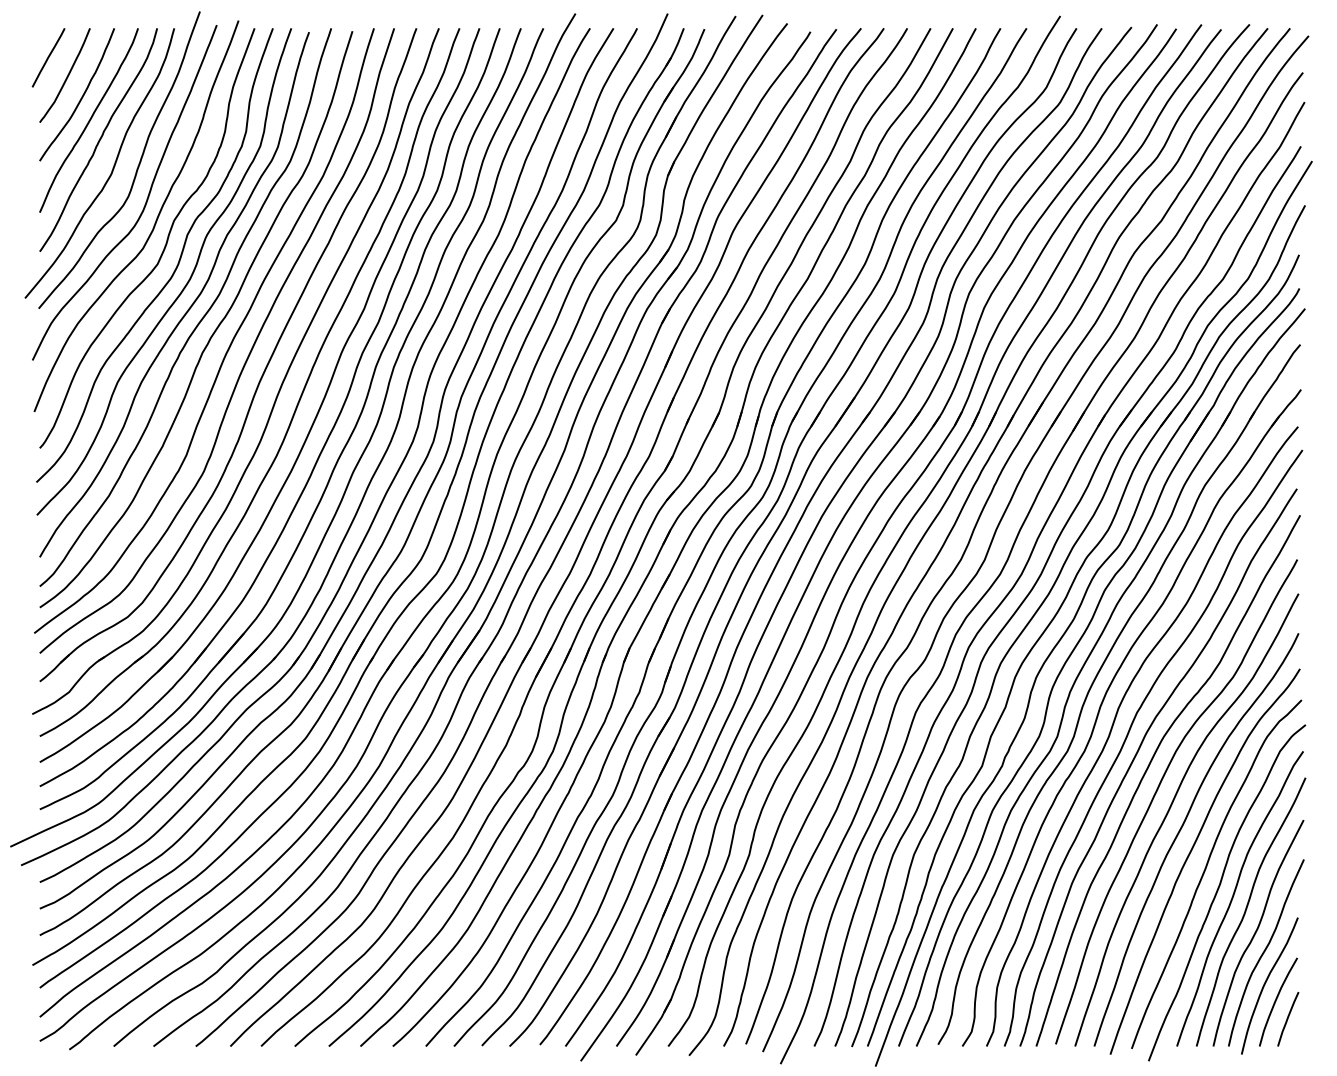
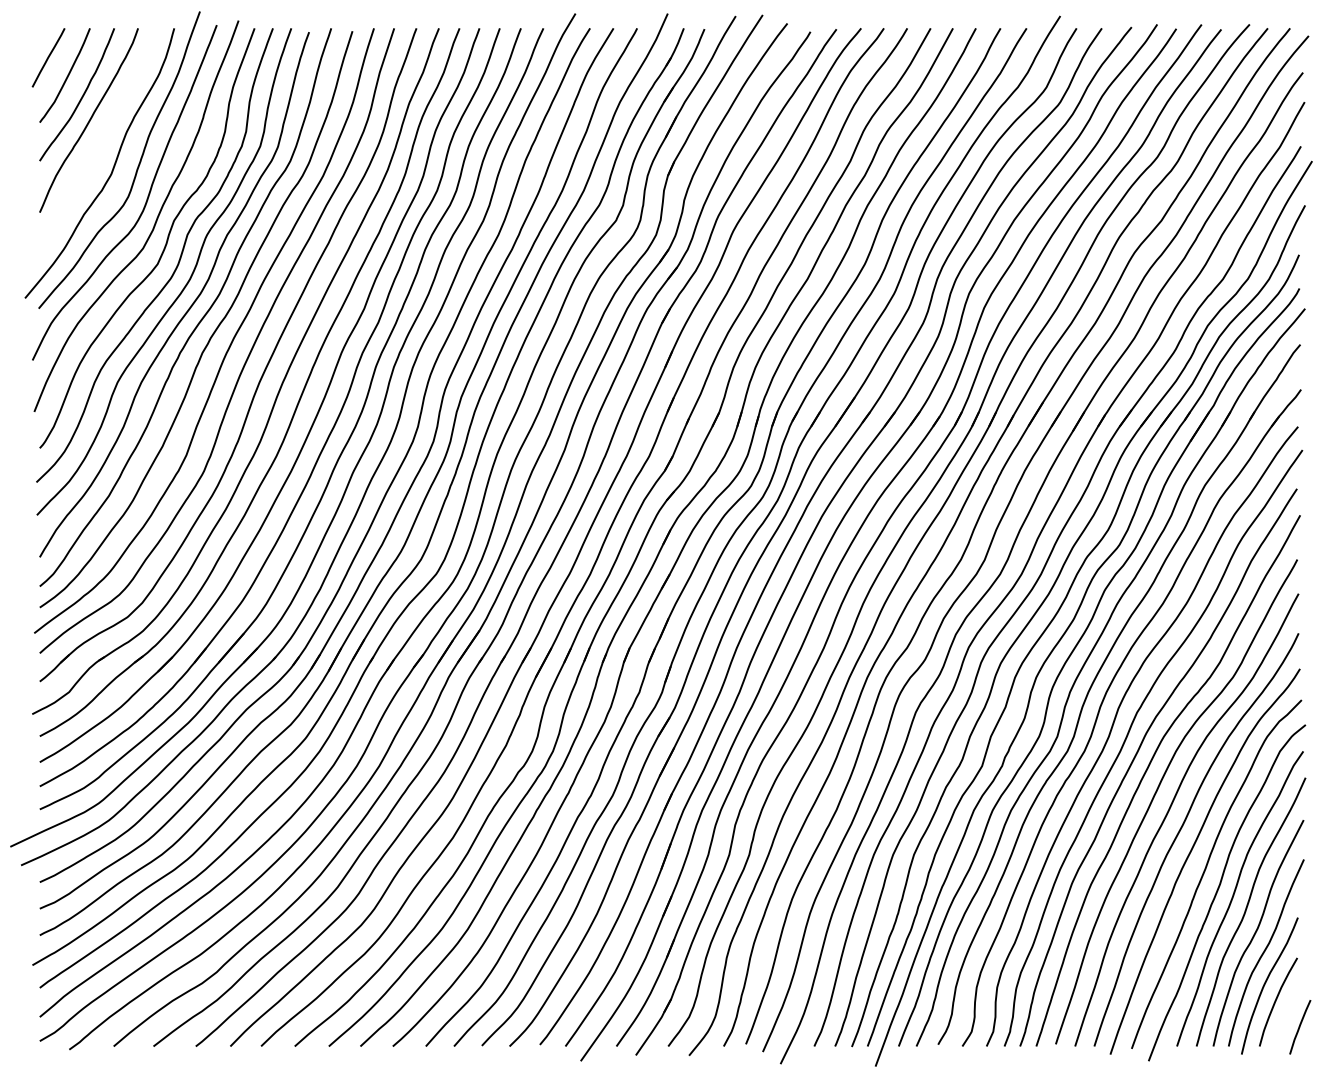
curve at (99, 139): present -> none
curve at (1288, 1019) position: (1288, 1019) -> (1300, 1027)
